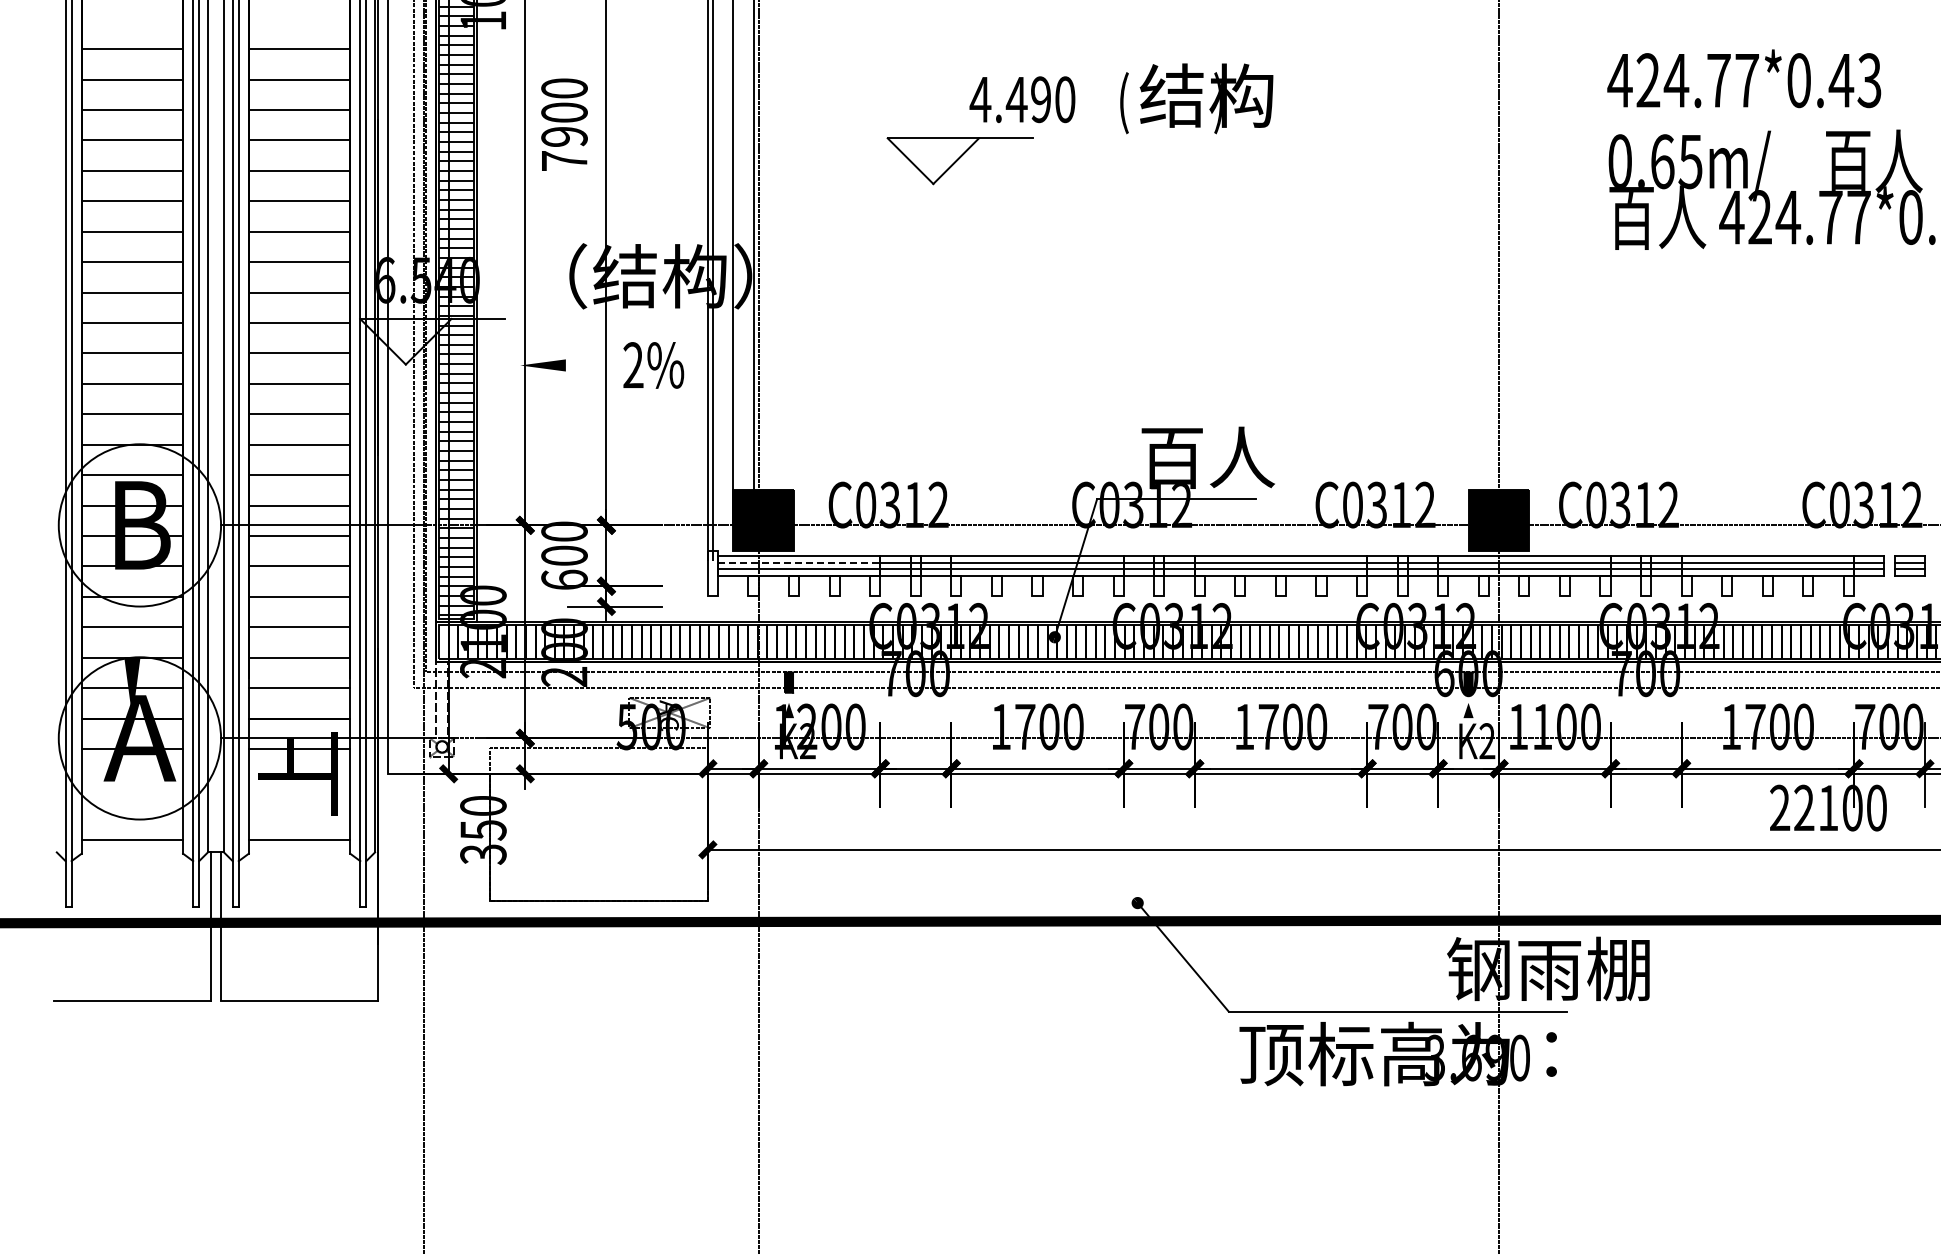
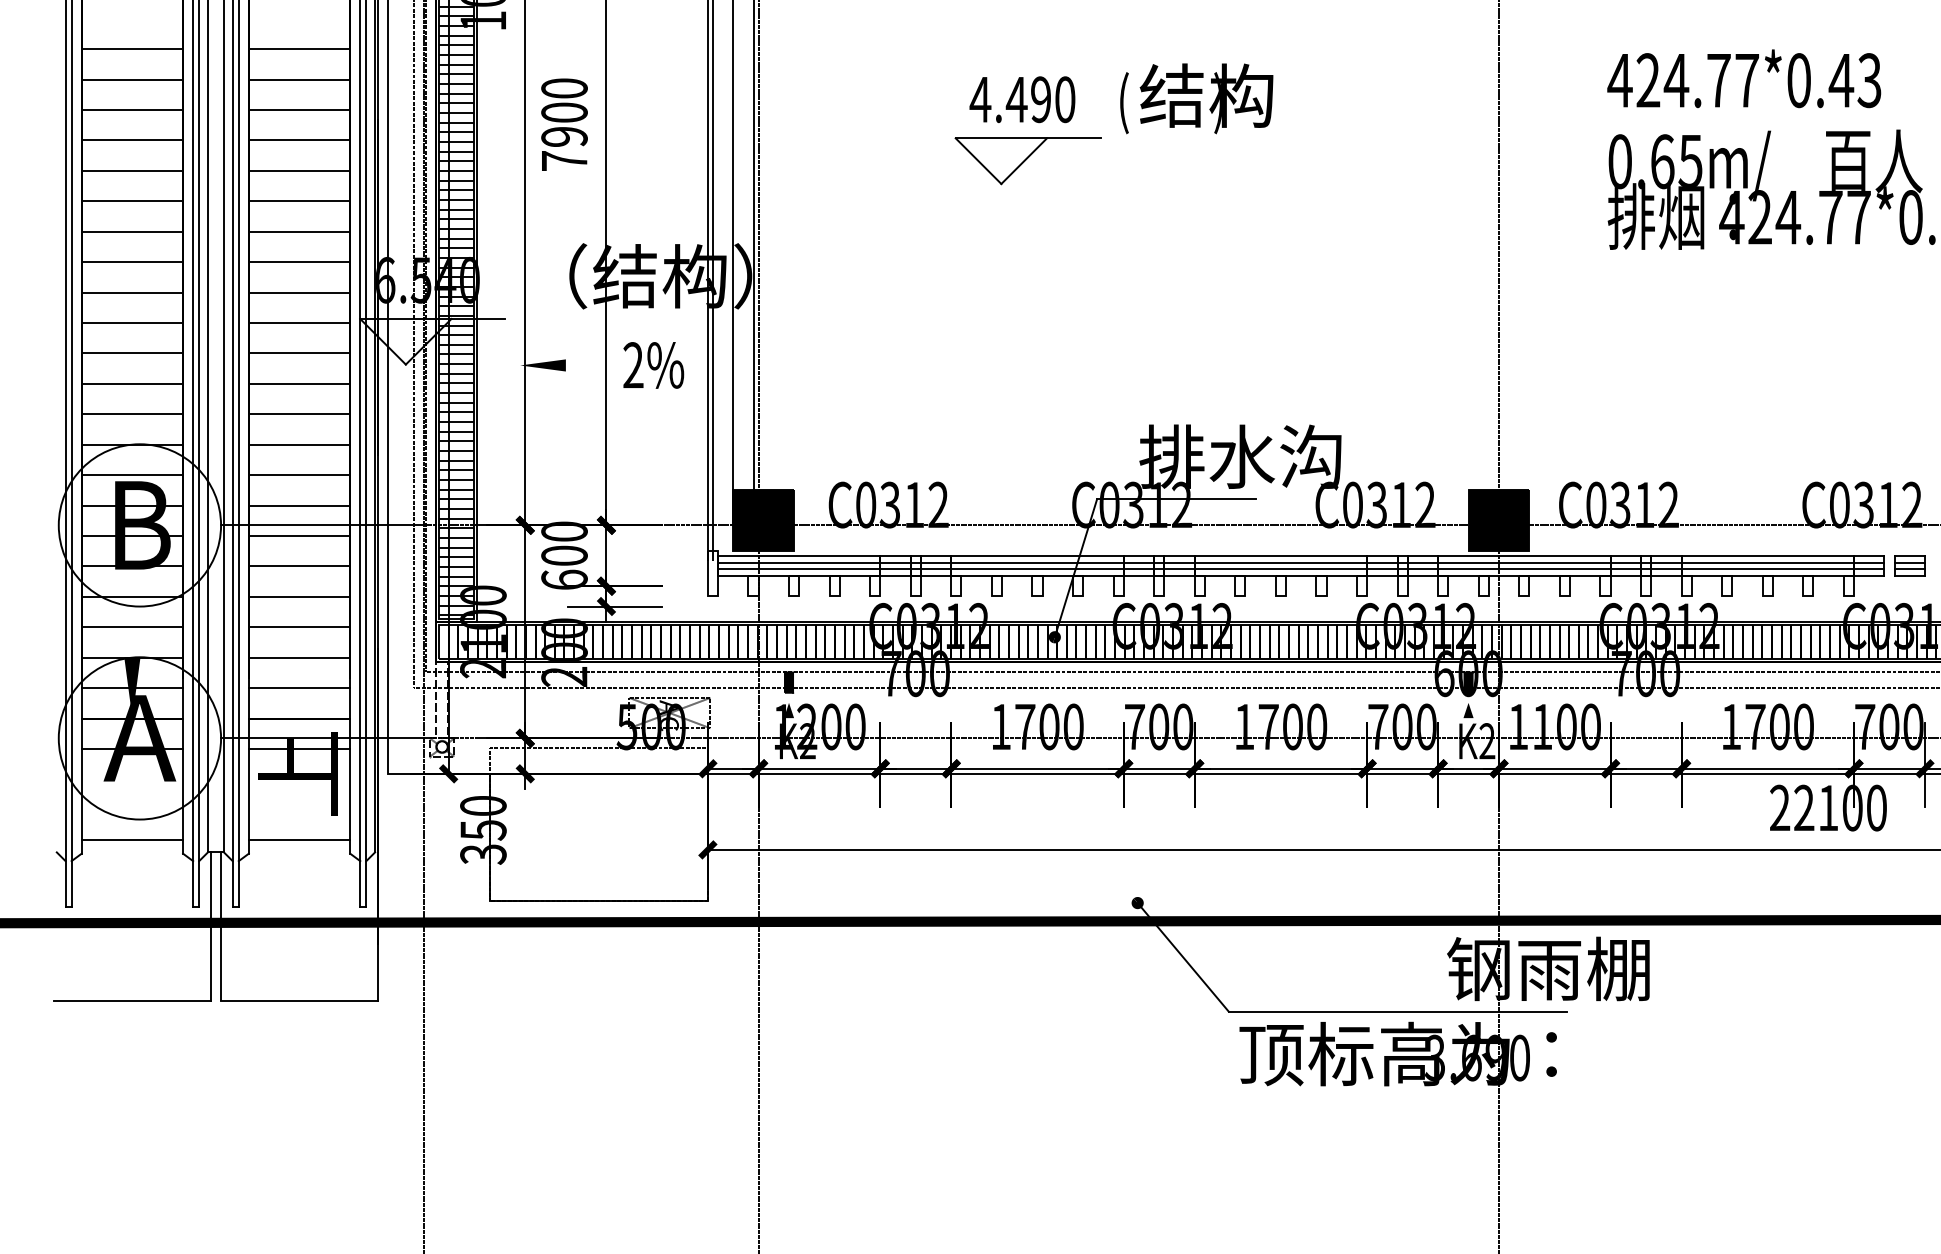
part at (959, 161) position: (959, 161) -> (1027, 161)
text at (1671, 216): 百人 -> 排烟：
text at (1240, 456): 百人 -> 排水沟
line at (799, 562): dashed -> solid
